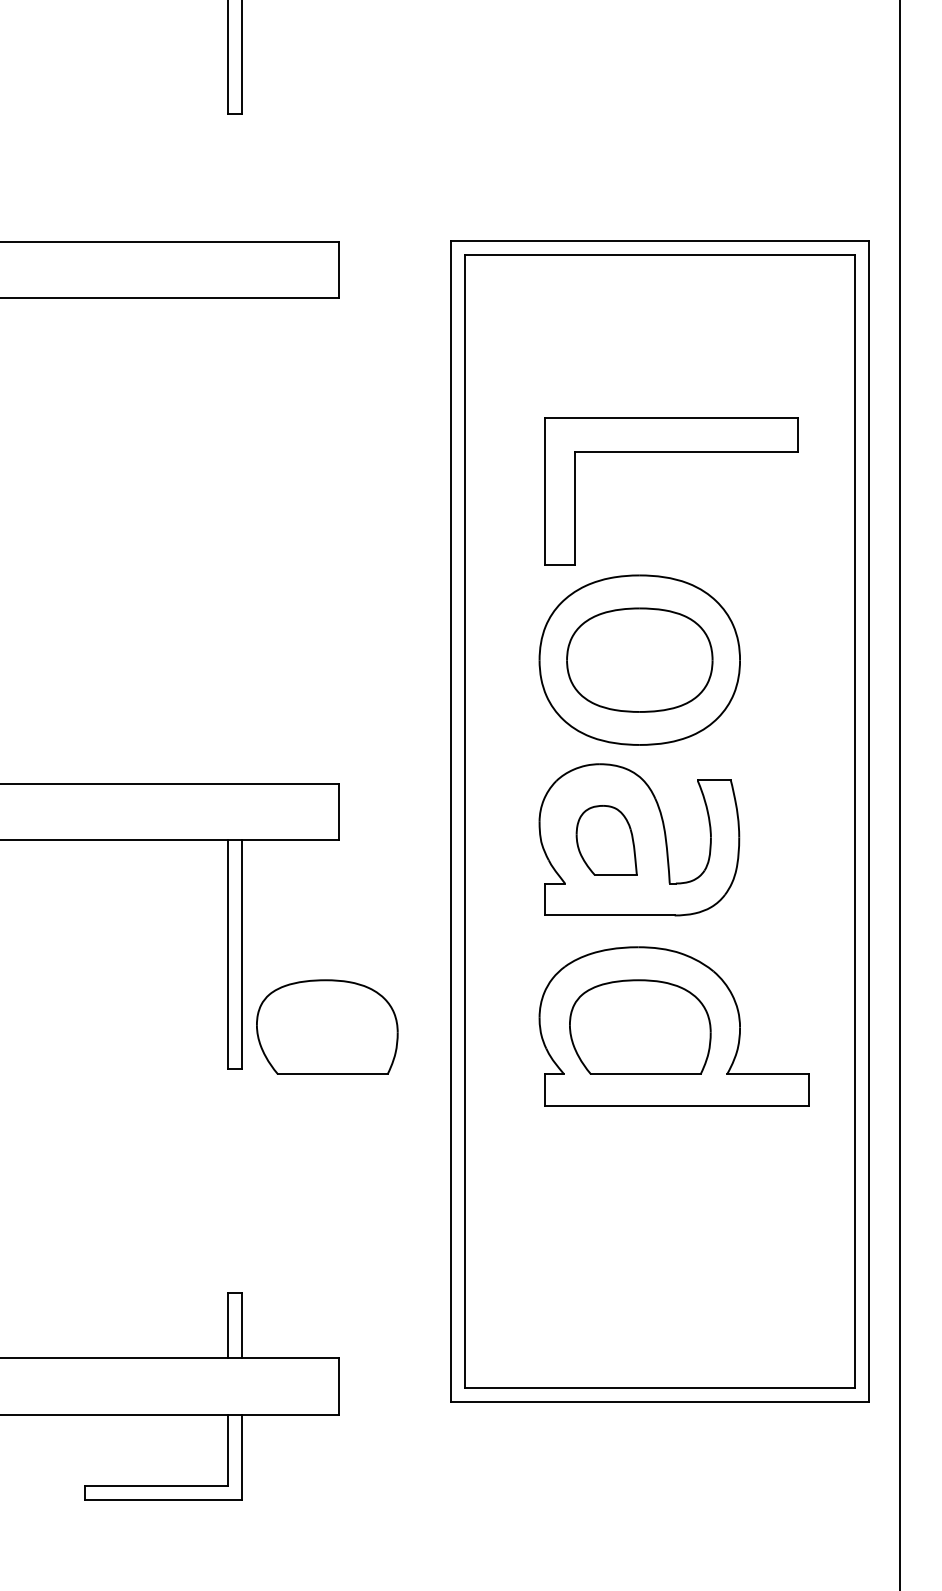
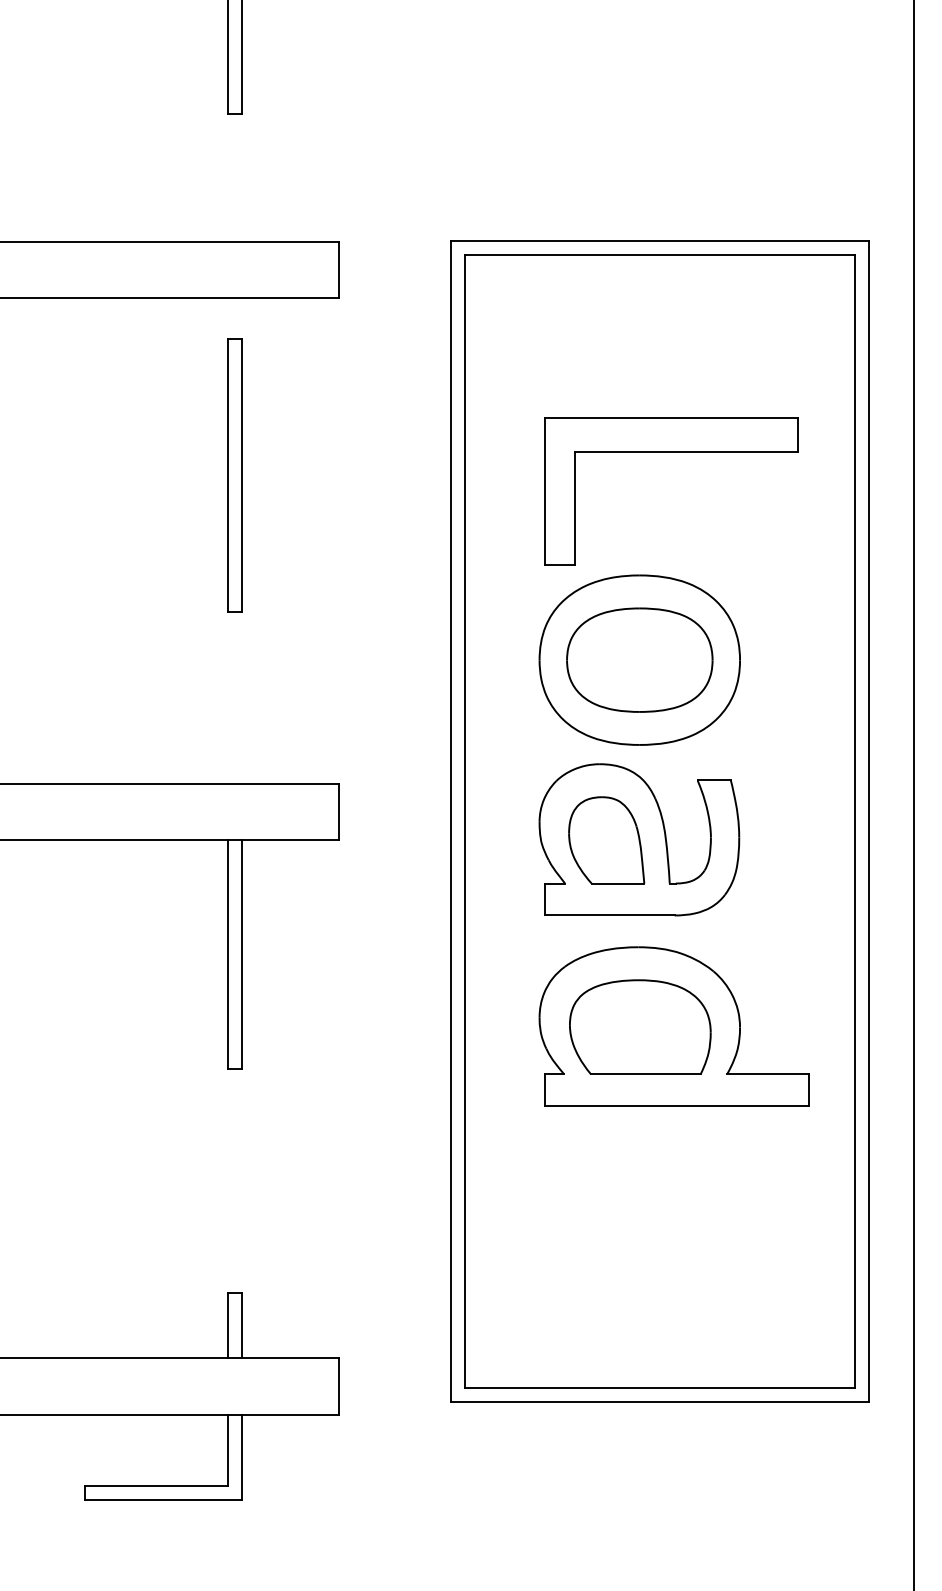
part at (234, 475): none -> present
line at (899, 794) position: (899, 794) -> (913, 794)
part at (606, 840) size: 63x71 px -> 78x89 px
part at (327, 1026): present -> none
